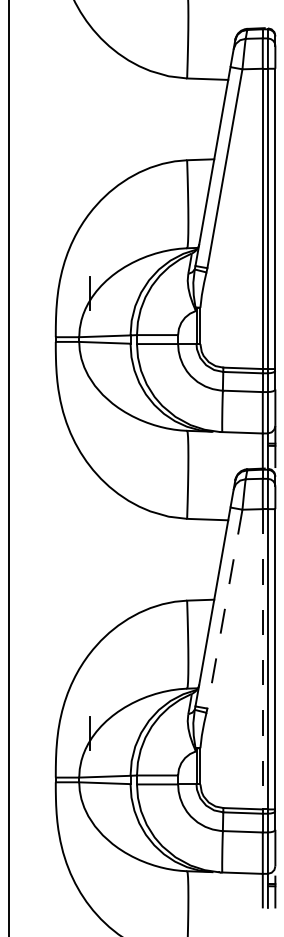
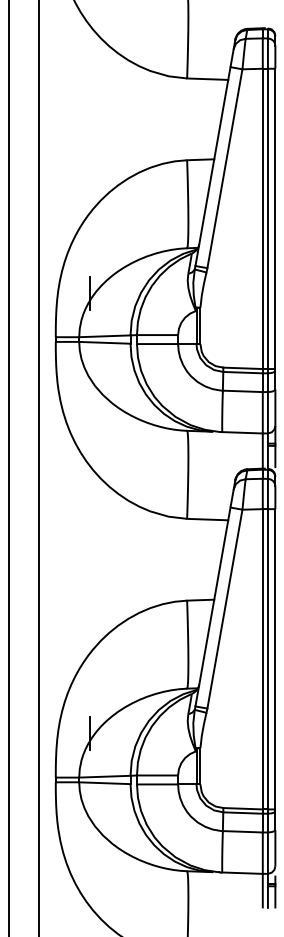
line at (38, 467): none -> present
line at (224, 609): dashed -> solid
line at (262, 659): dashed -> solid
